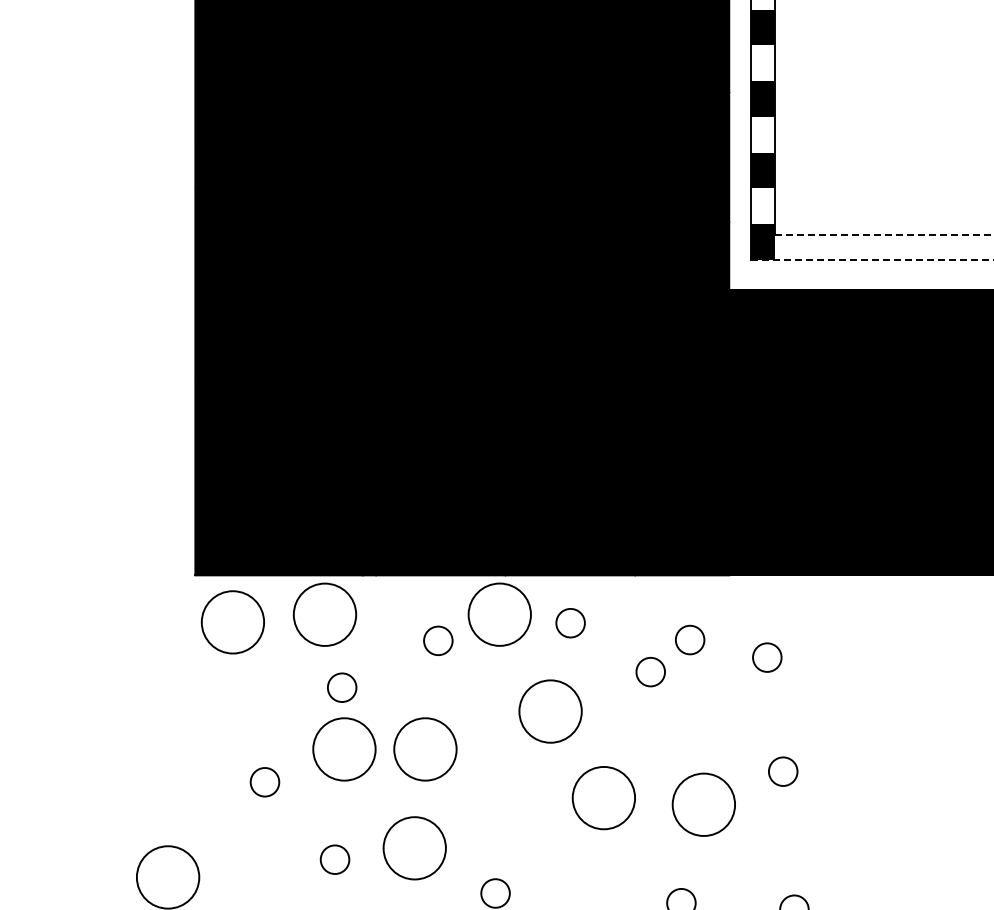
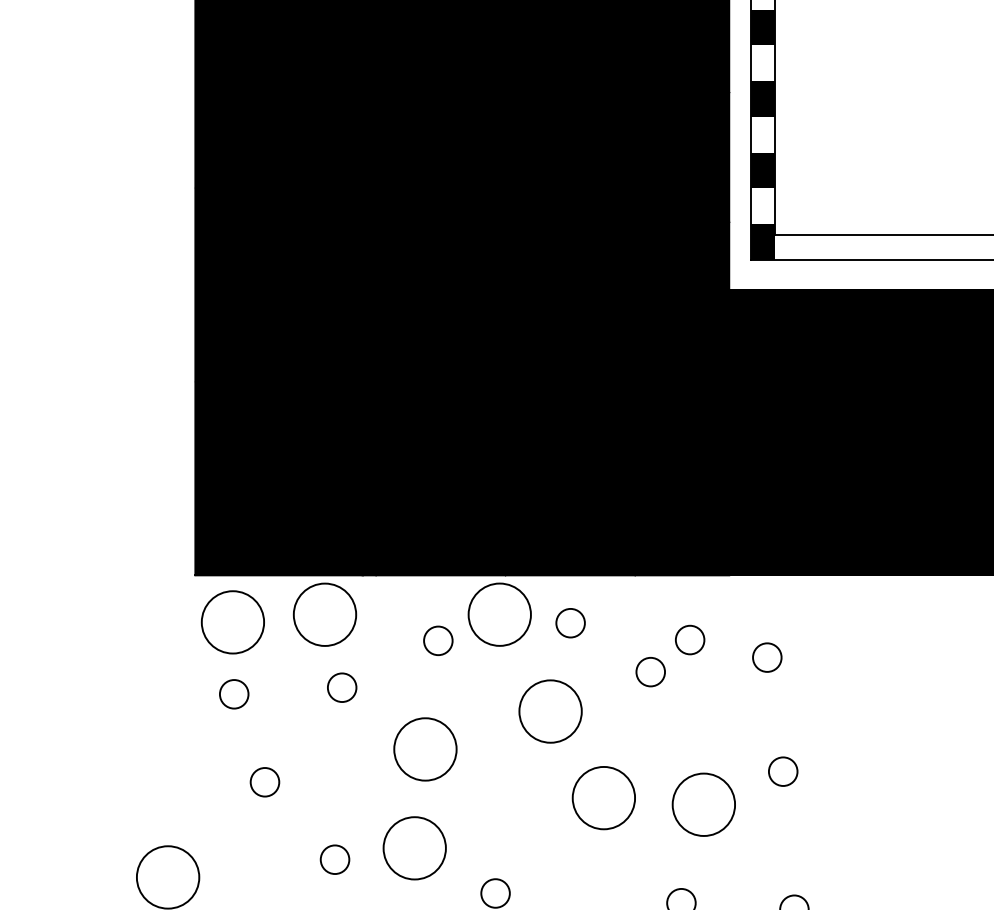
line at (884, 234): dashed -> solid
line at (872, 259): dashed -> solid
part at (234, 694): none -> present
part at (344, 749): present -> none
